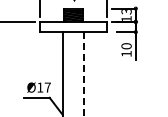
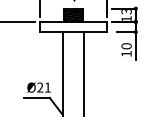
line at (84, 75): dashed -> solid
text at (43, 87): Ø17 -> Ø21
